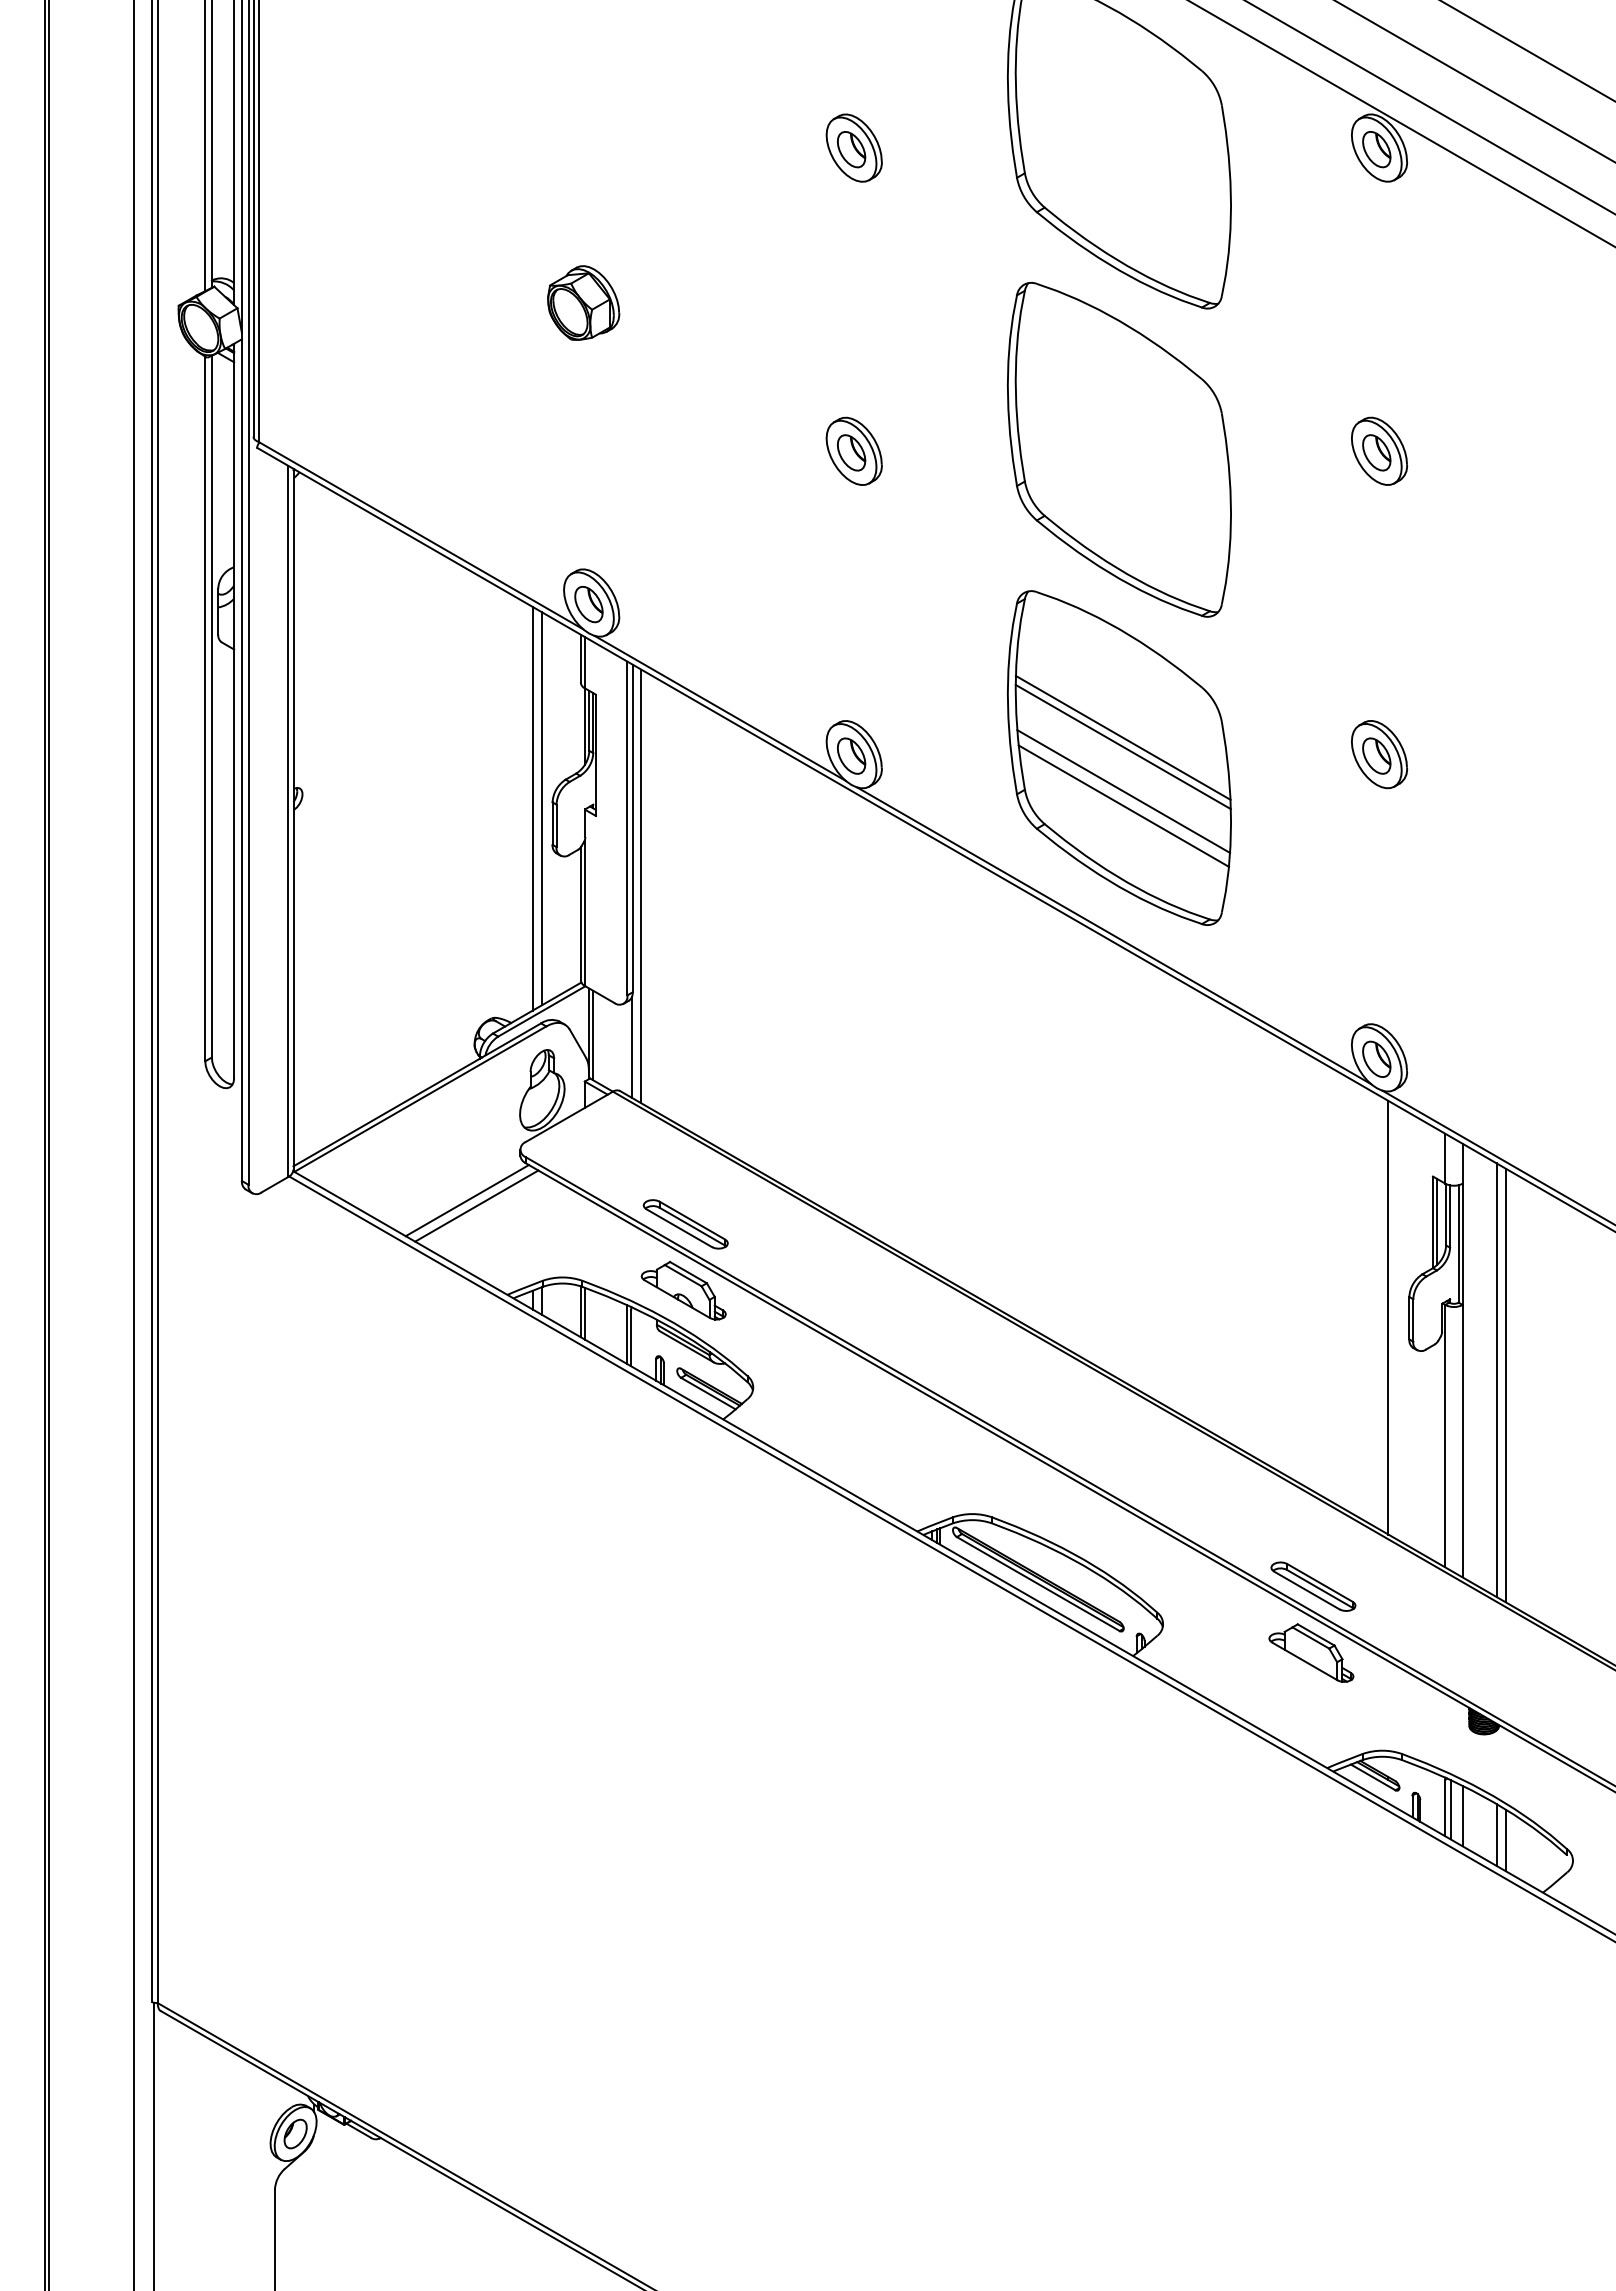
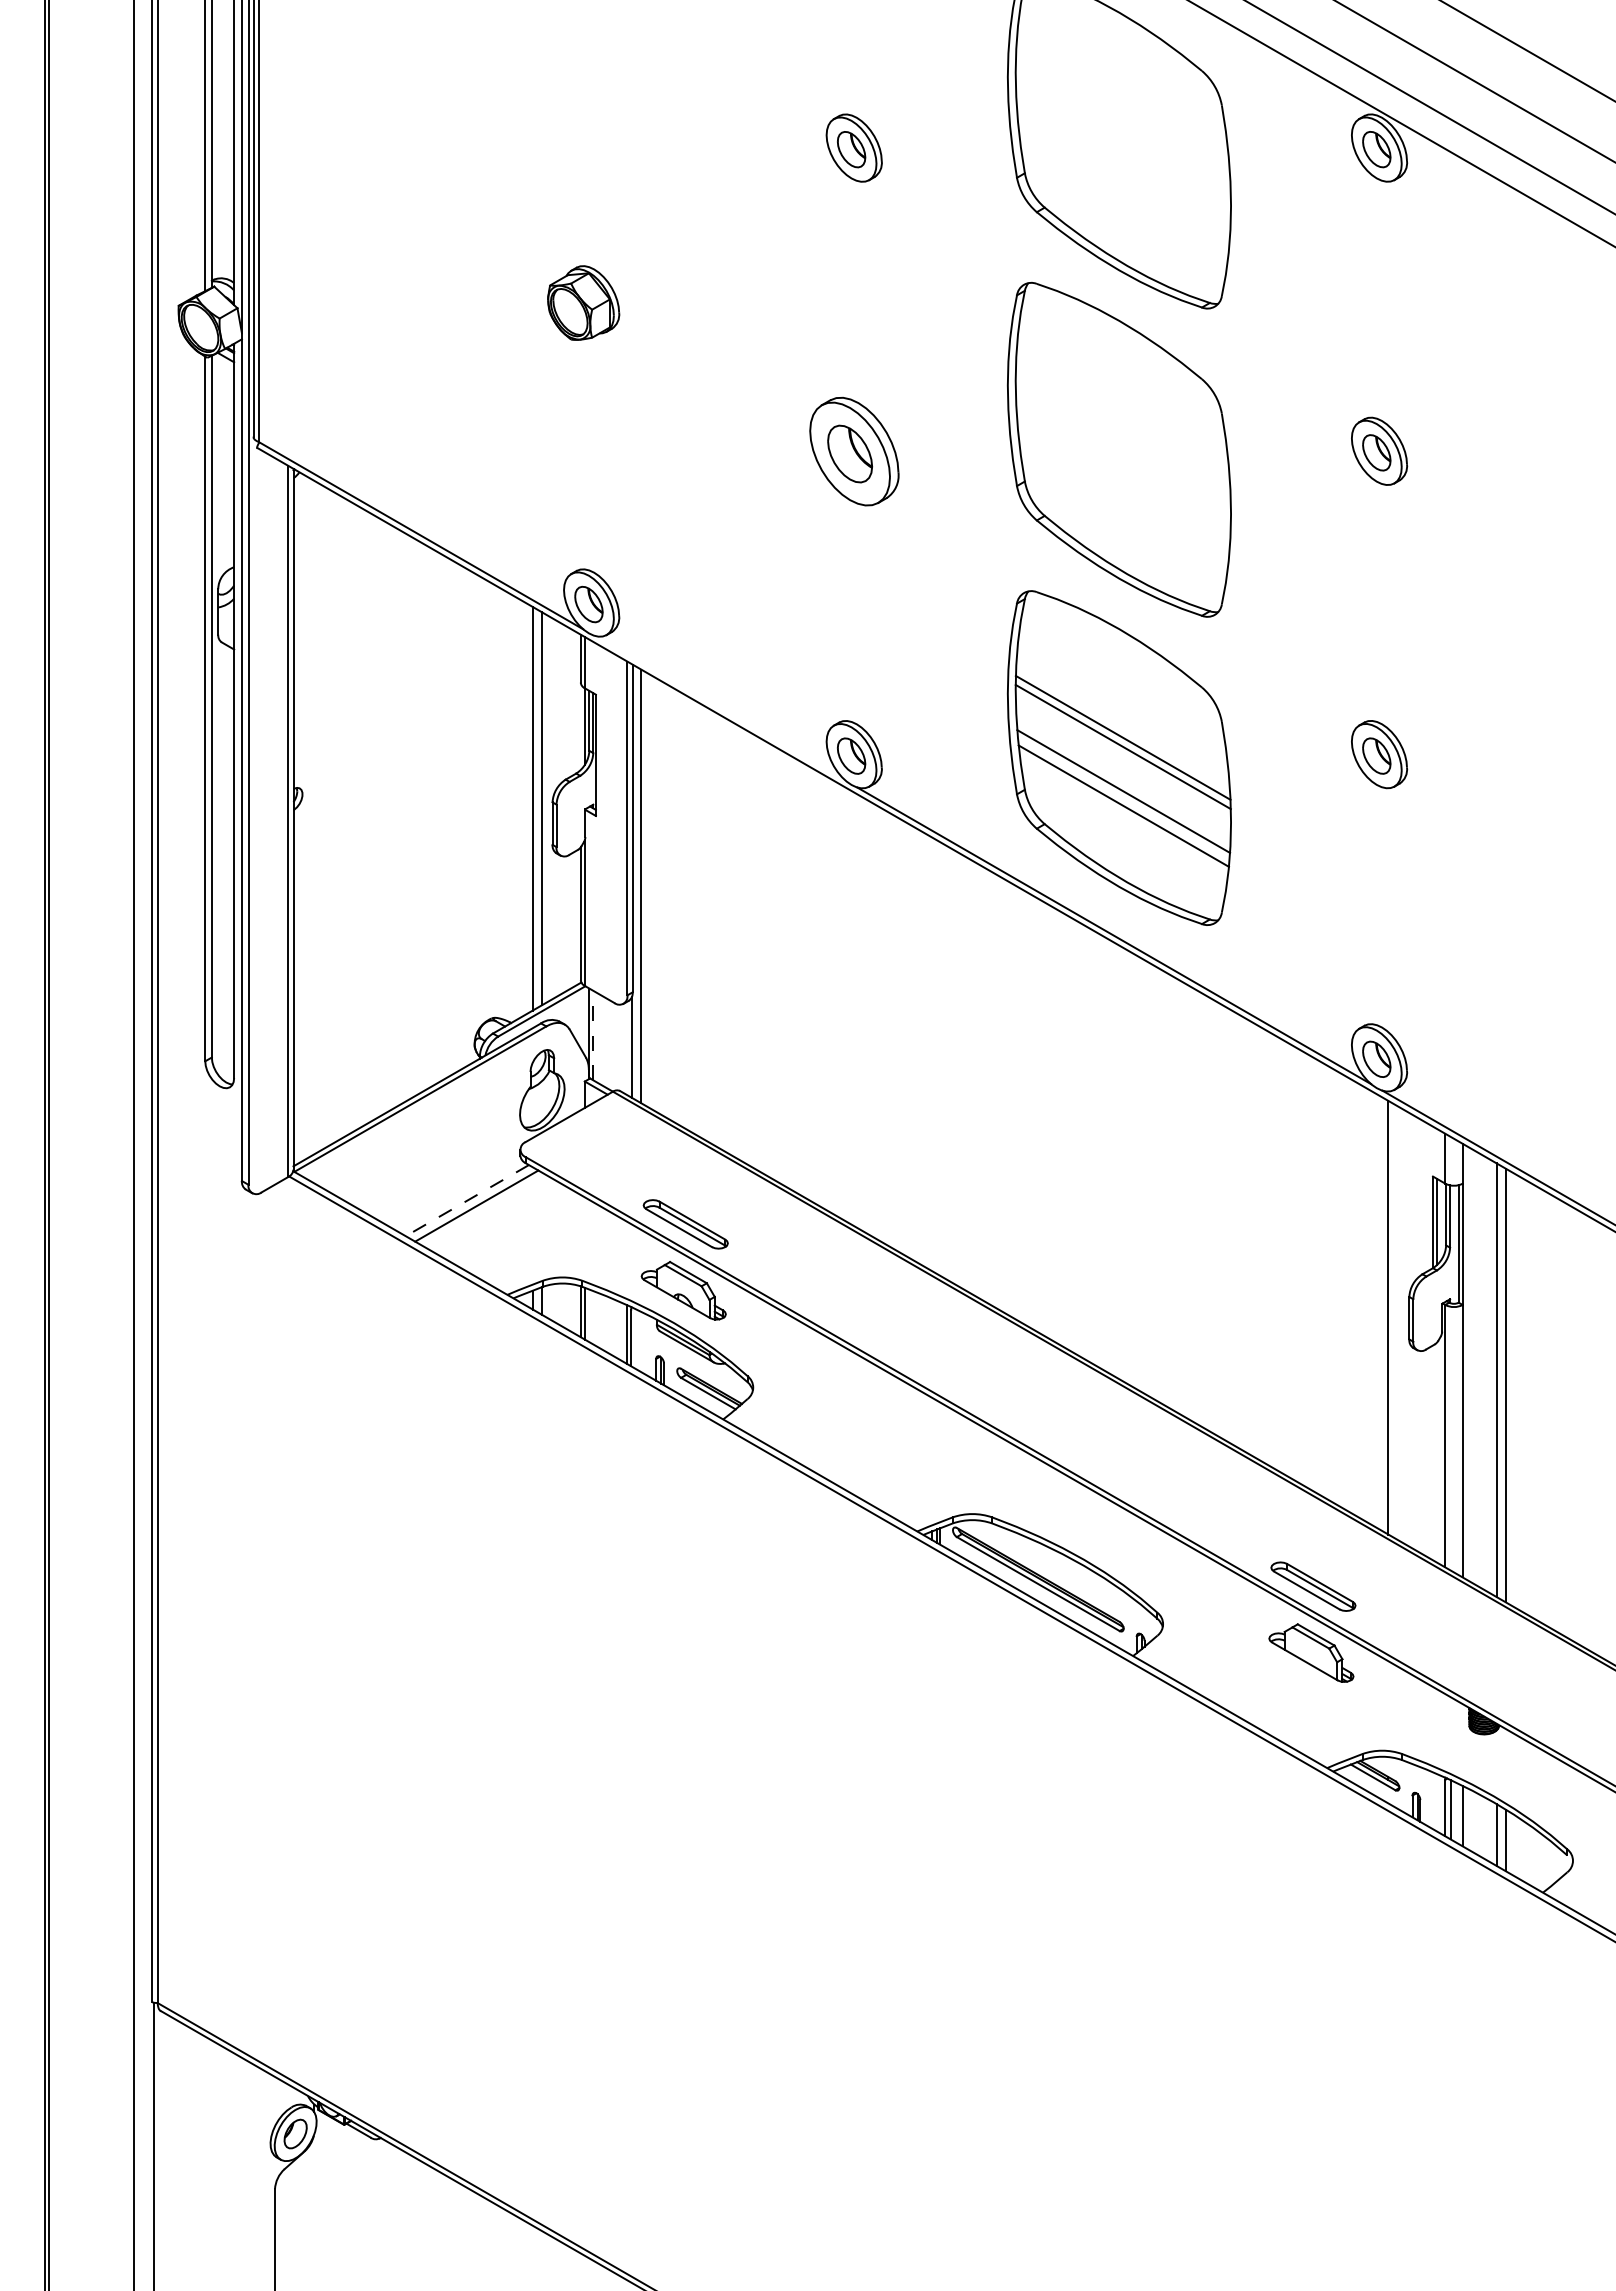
part at (853, 450) size: 58x70 px -> 91x111 px
line at (719, 707): present -> none
line at (593, 1035): solid -> dashed
line at (466, 1200): solid -> dashed
